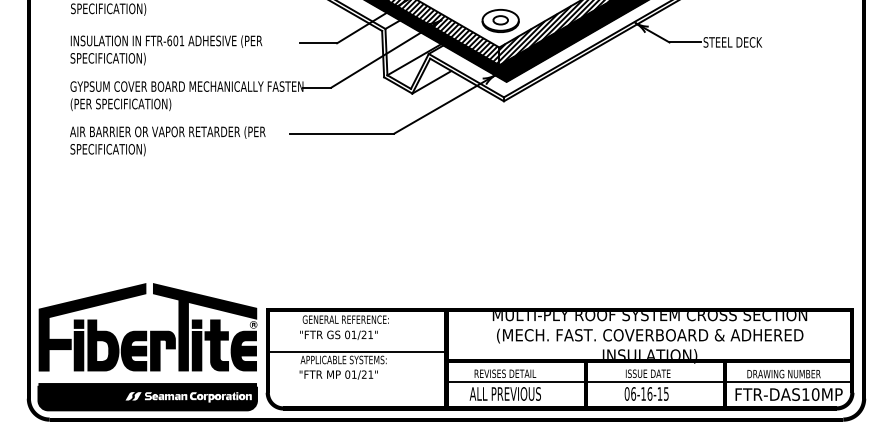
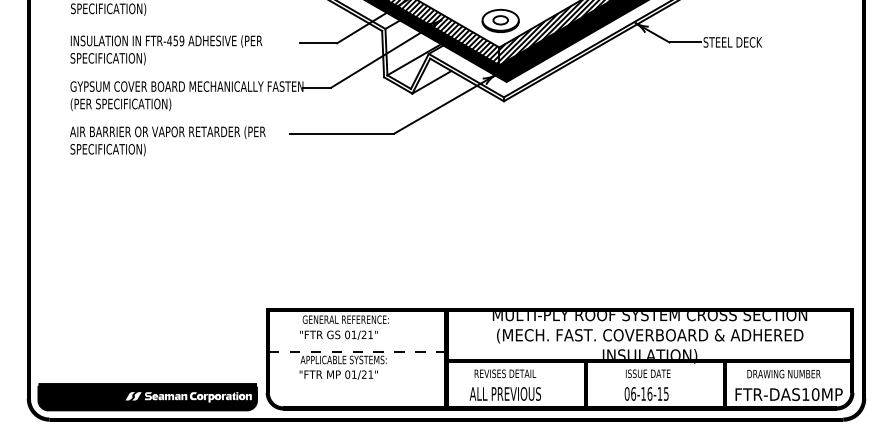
text at (175, 40): FTR-601 -> FTR-459
part at (147, 327): present -> none
line at (356, 351): solid -> dashed
line at (649, 382): present -> none
